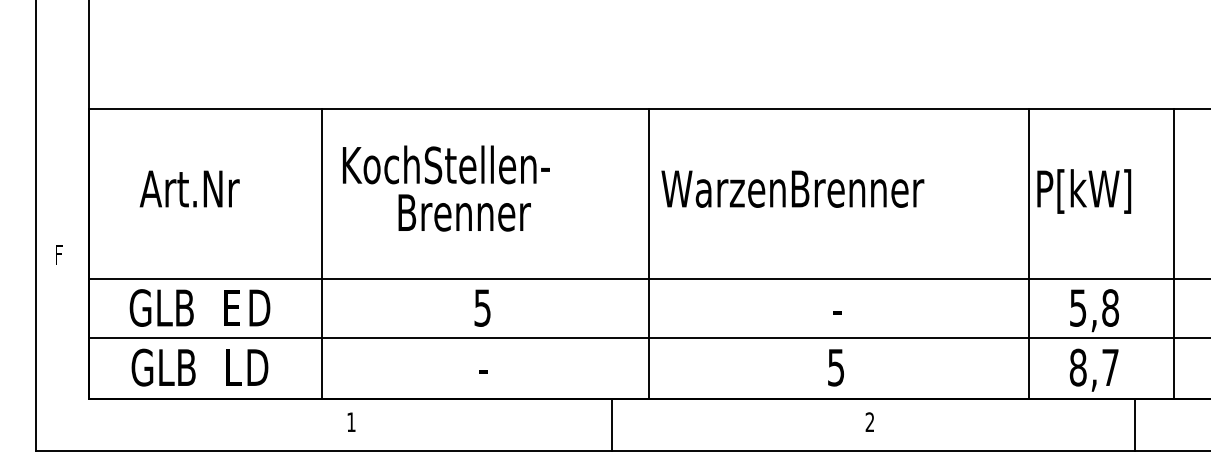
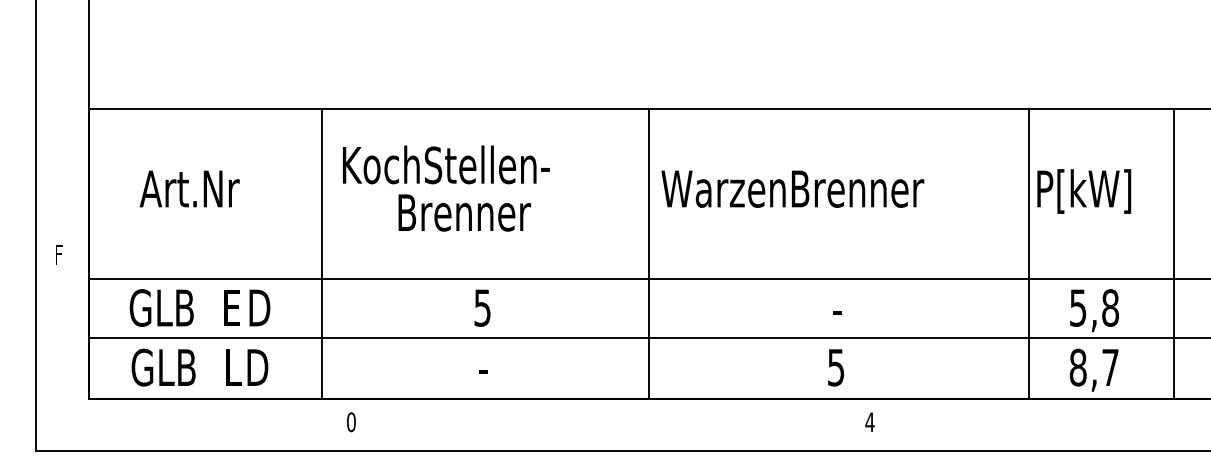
text at (869, 421): 2 -> 4
text at (351, 422): 1 -> 0
line at (611, 424): present -> none
line at (1134, 424): present -> none
